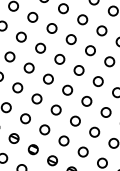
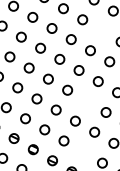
circle at (101, 30): present -> none
circle at (86, 101): present -> none
circle at (82, 151): present -> none
